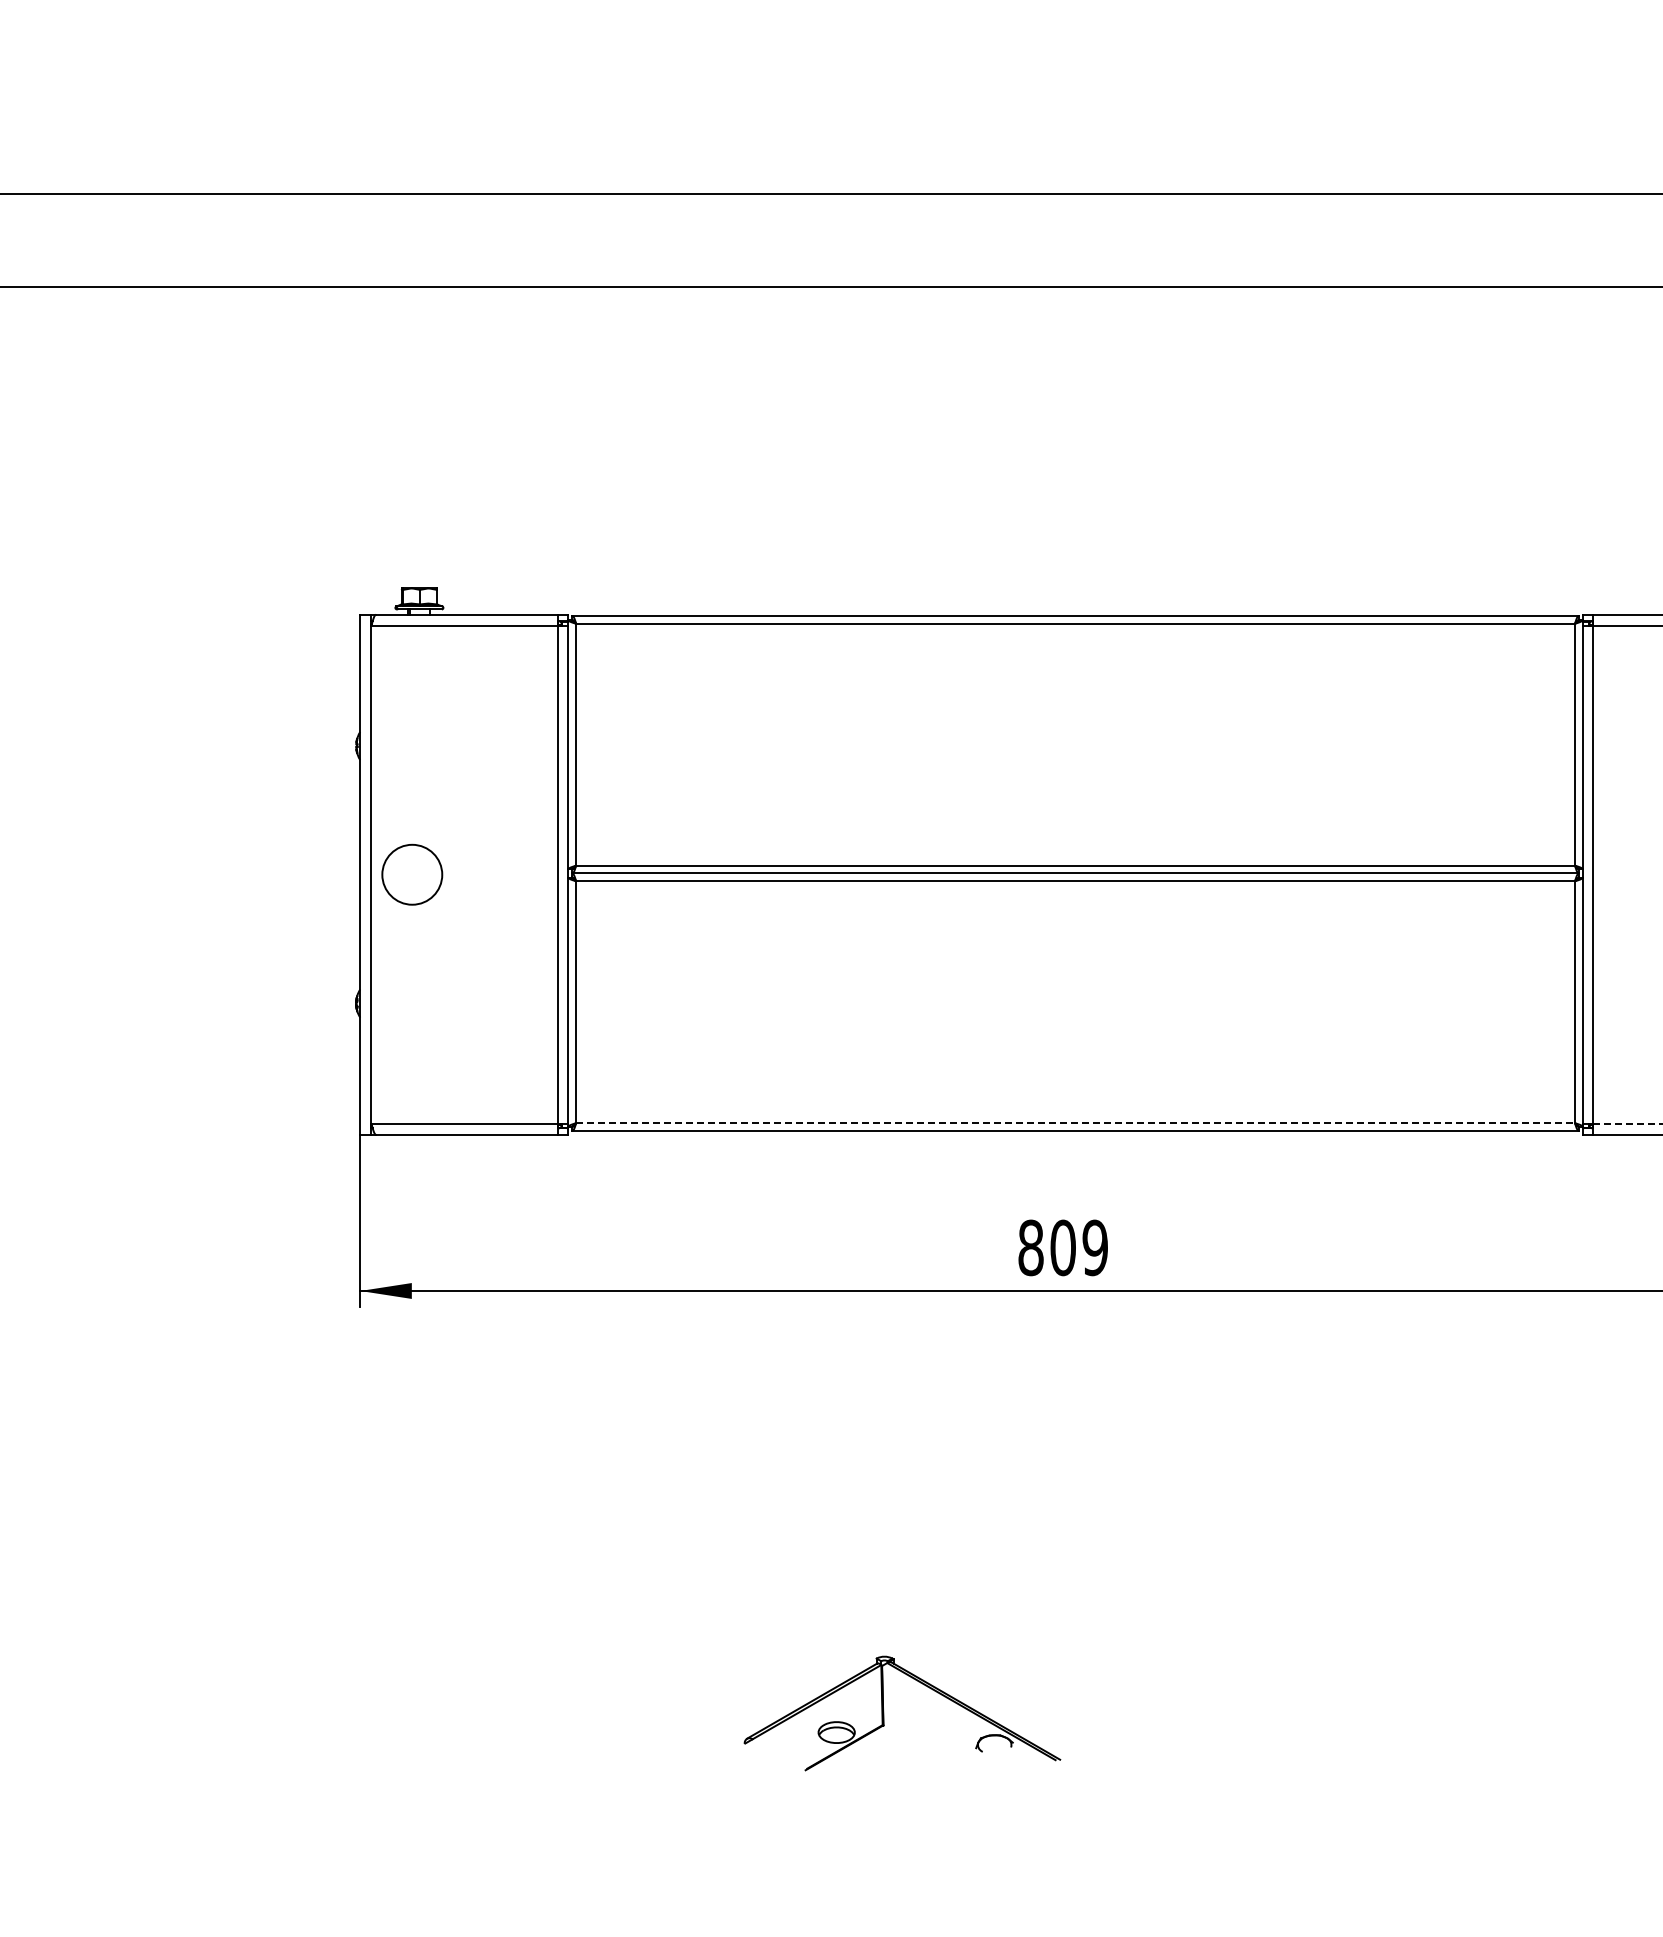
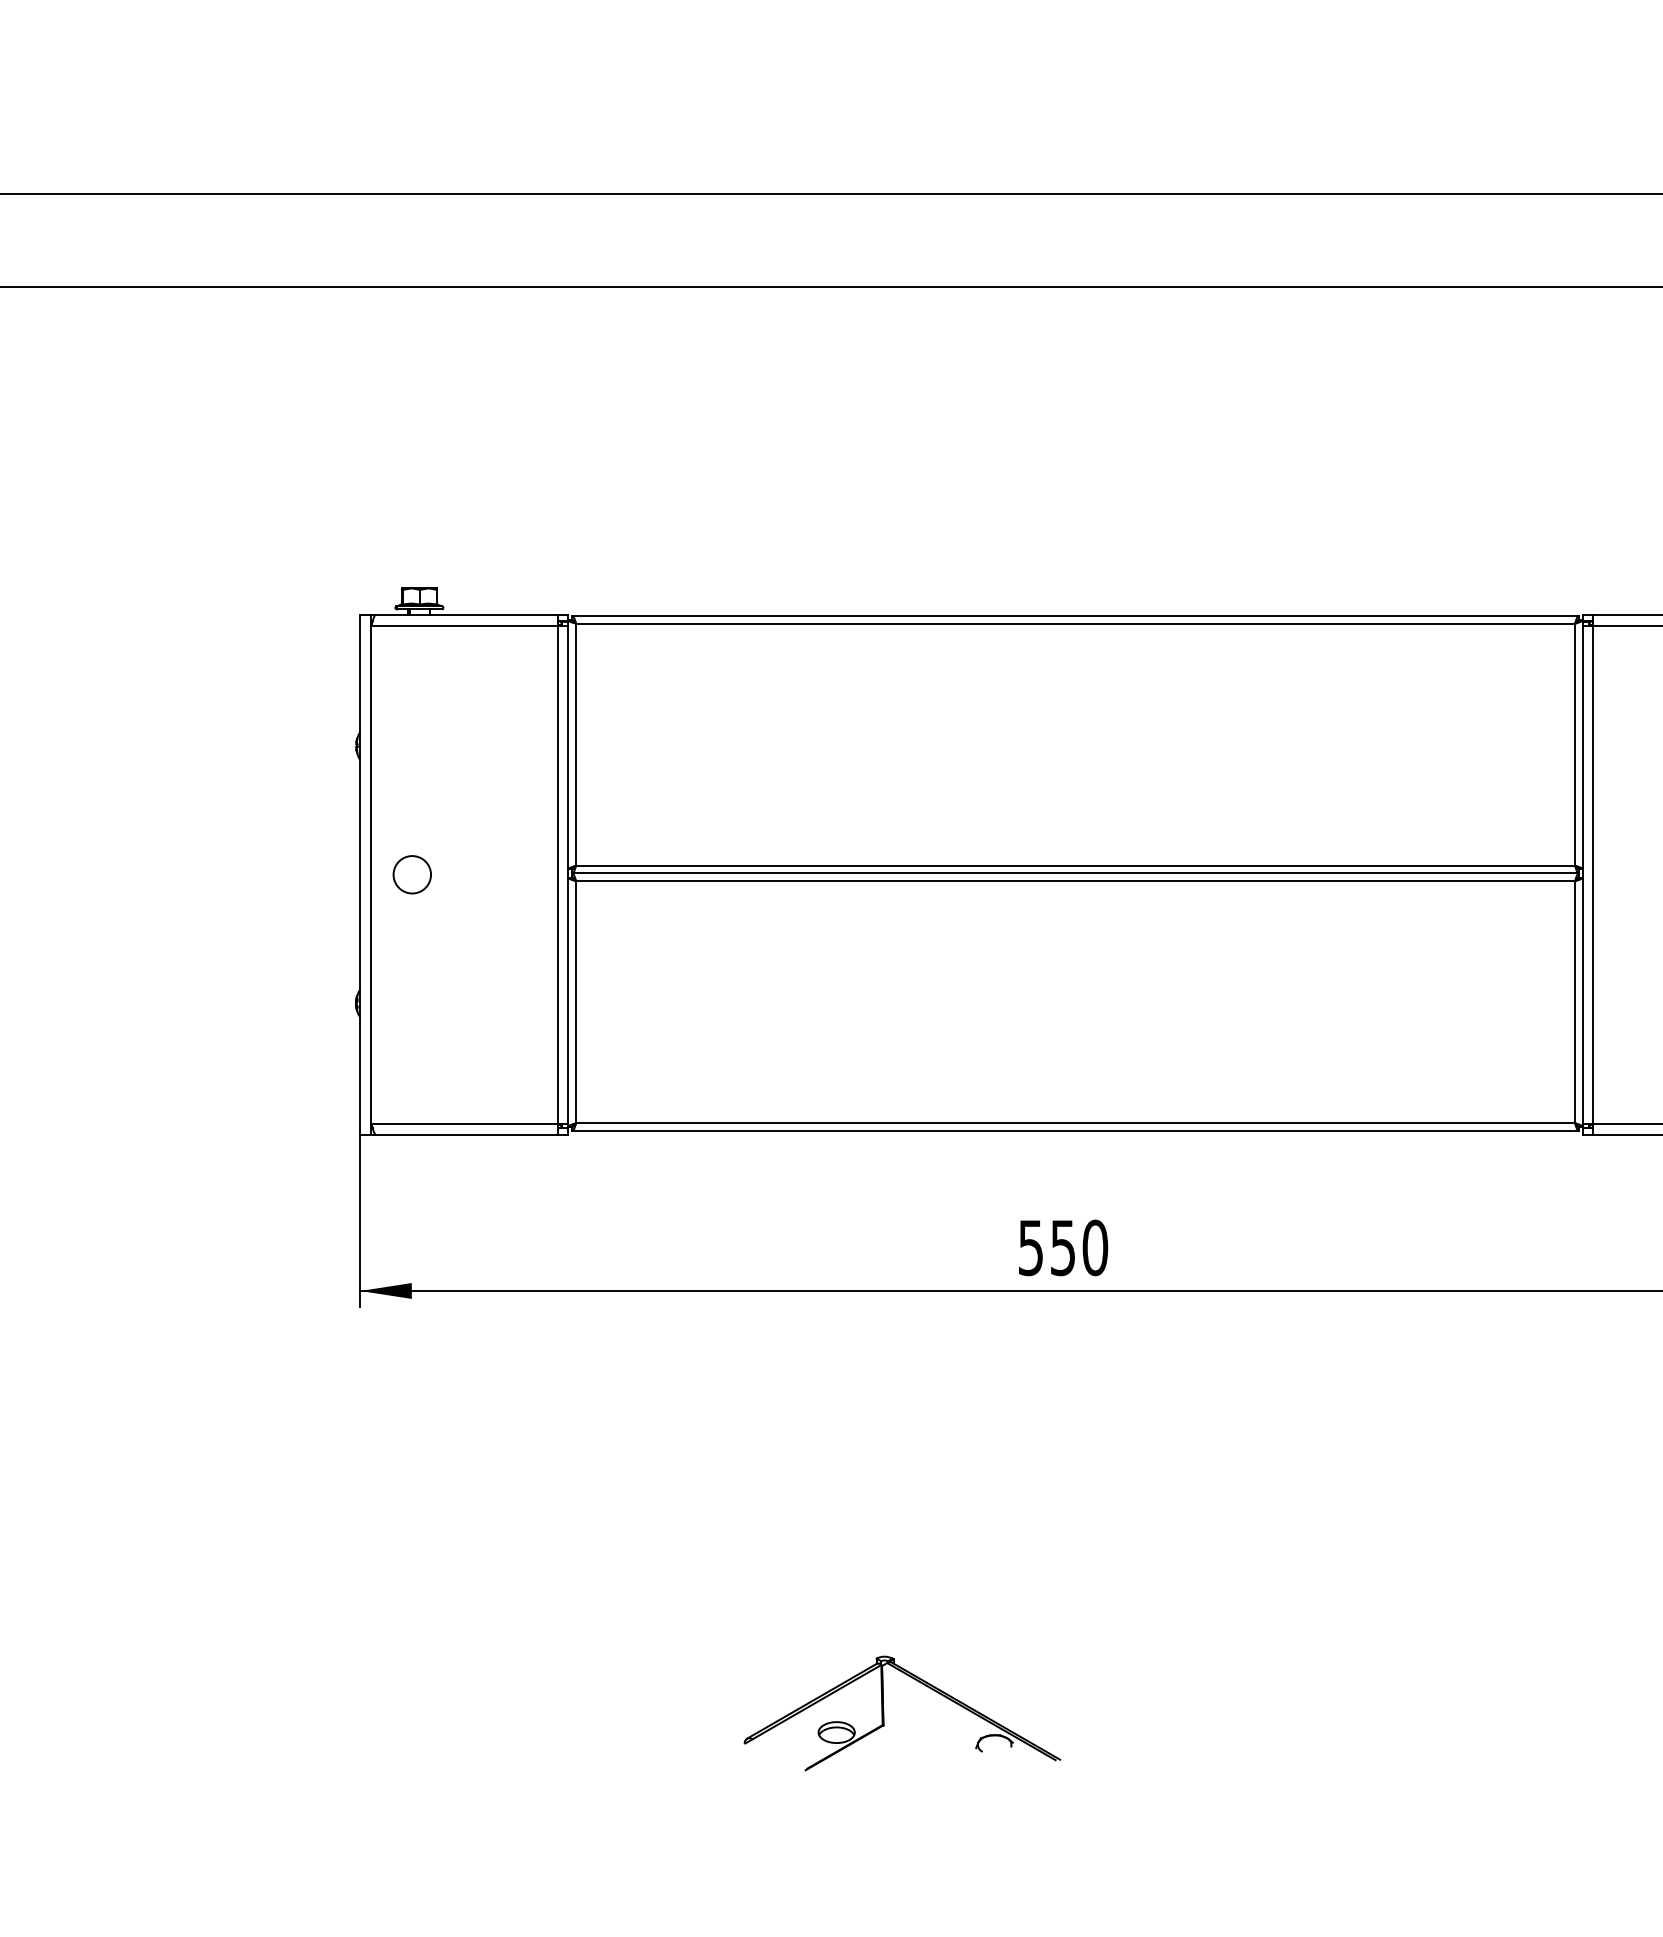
circle at (412, 874) diameter: 60 px -> 37 px
line at (1076, 1123): dashed -> solid
line at (1628, 1123): dashed -> solid
text at (1063, 1247): 809 -> 550
